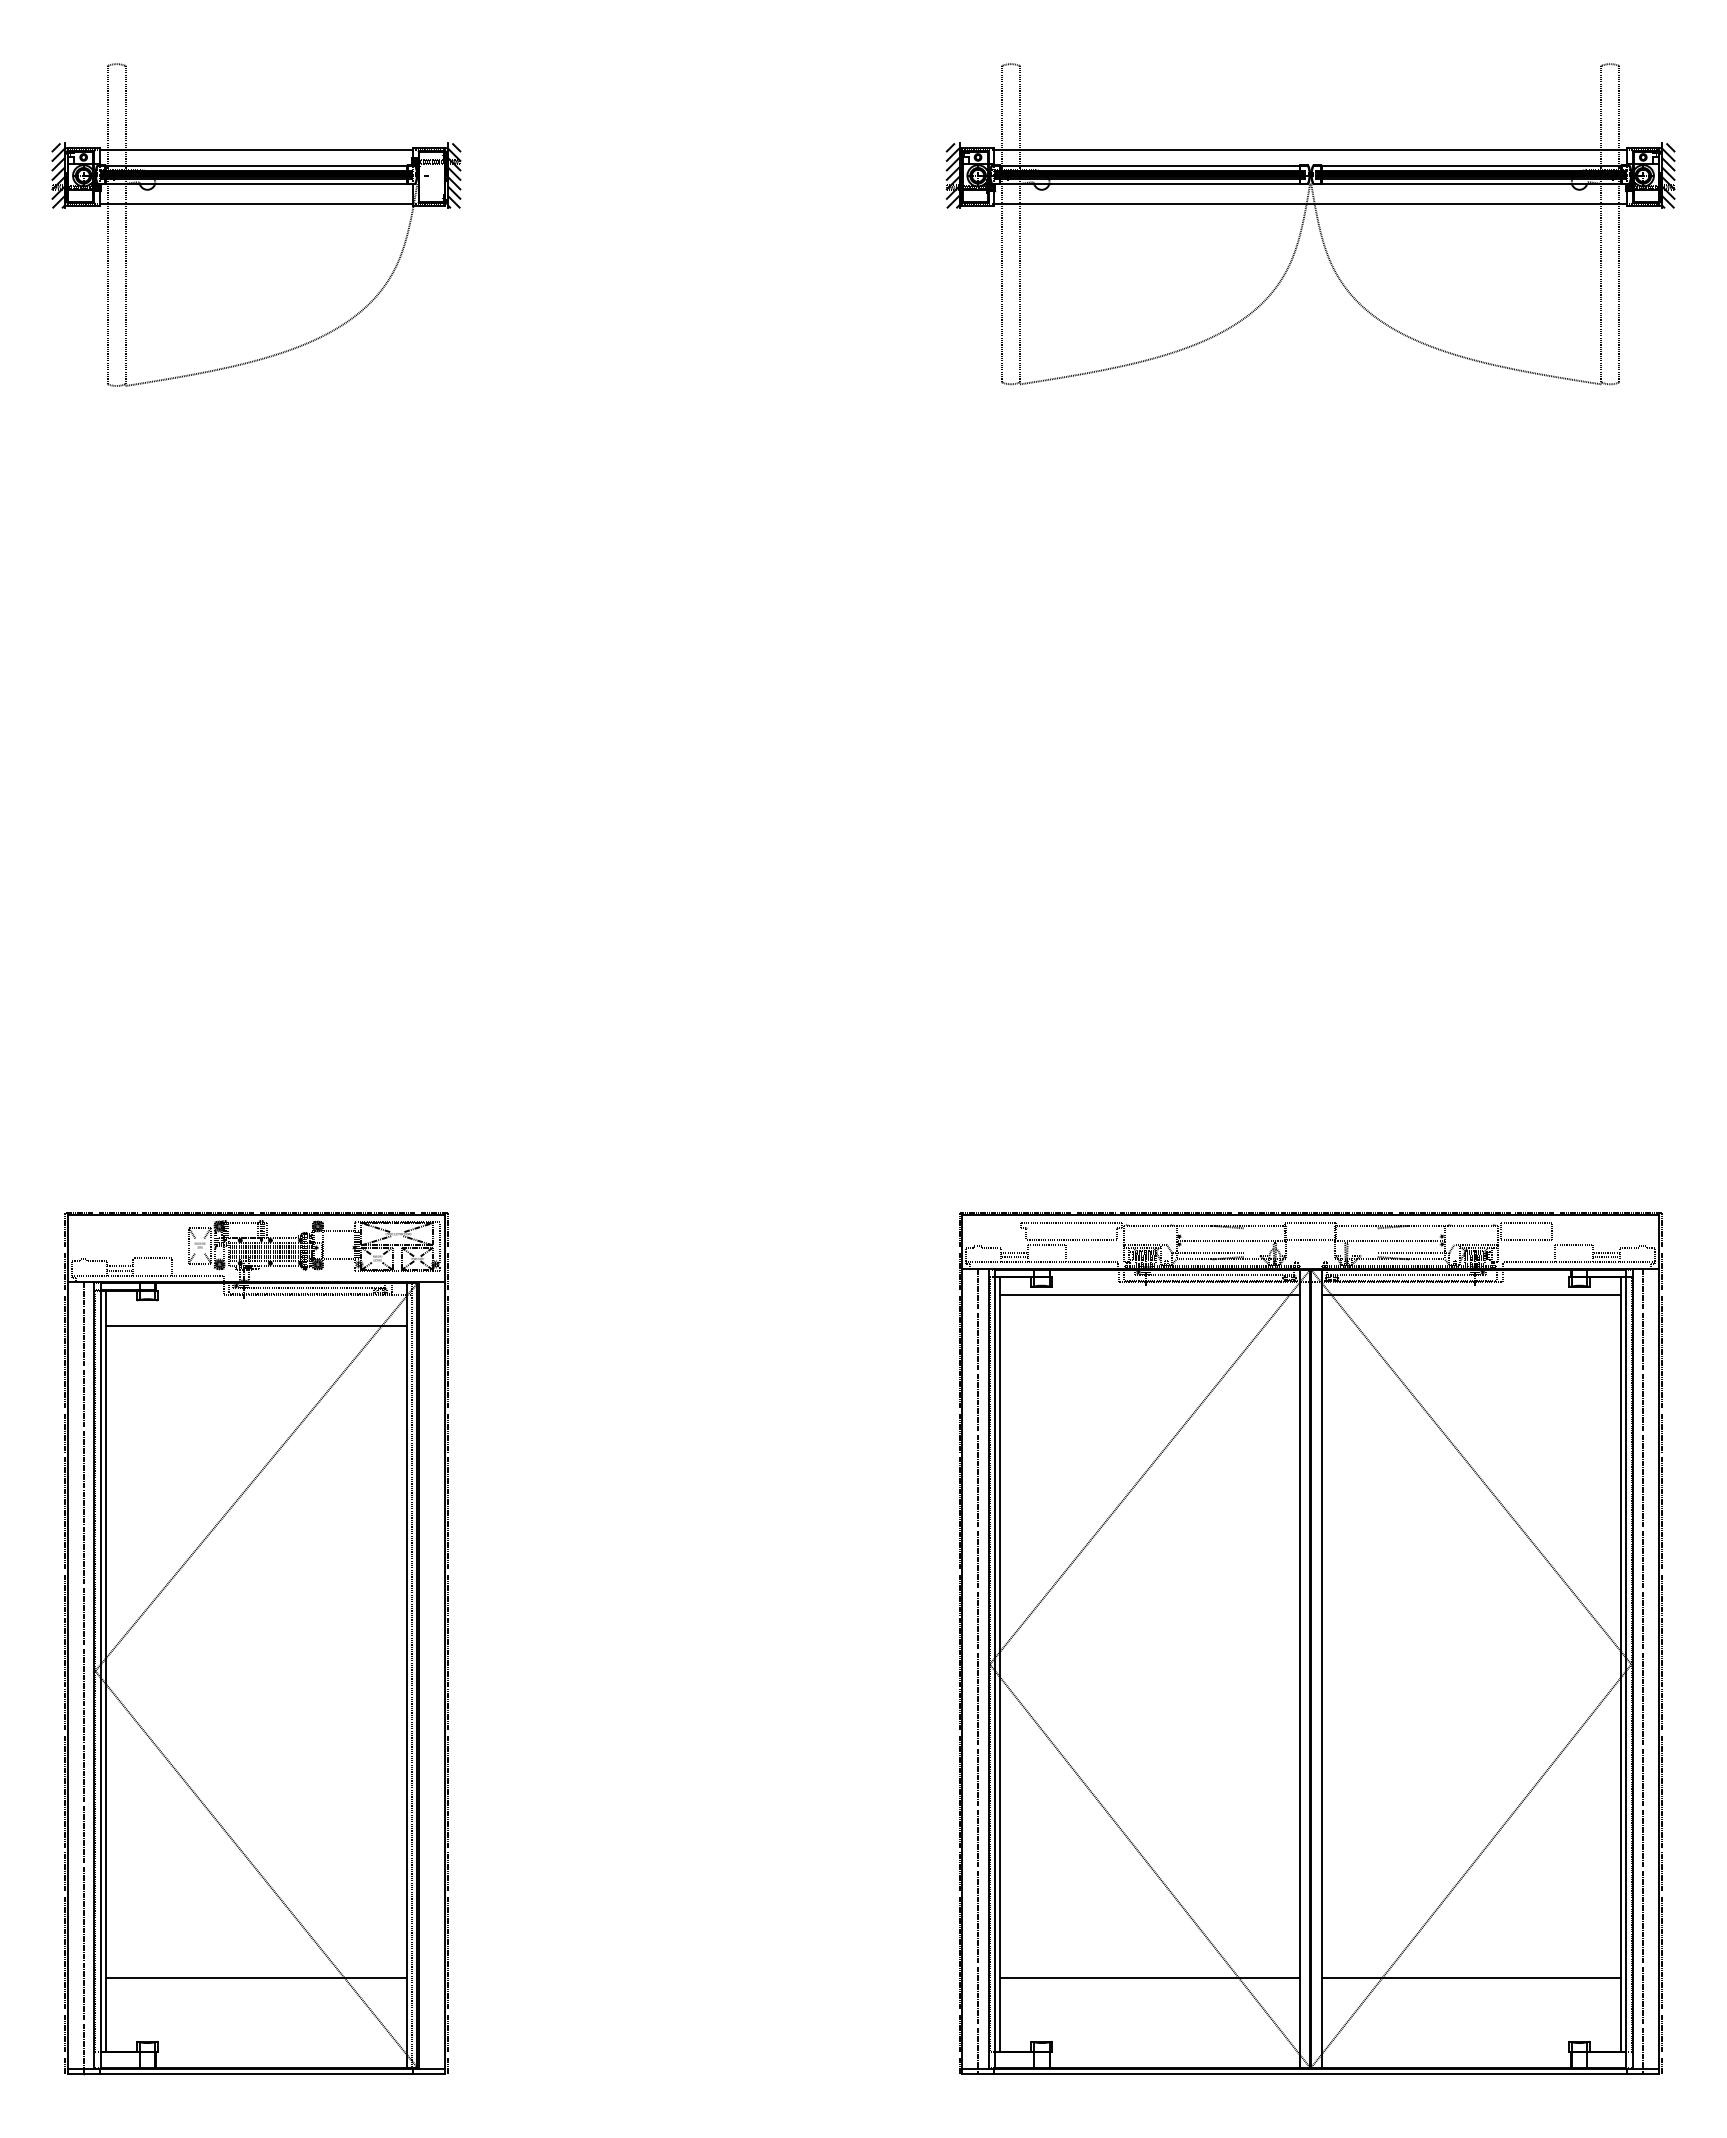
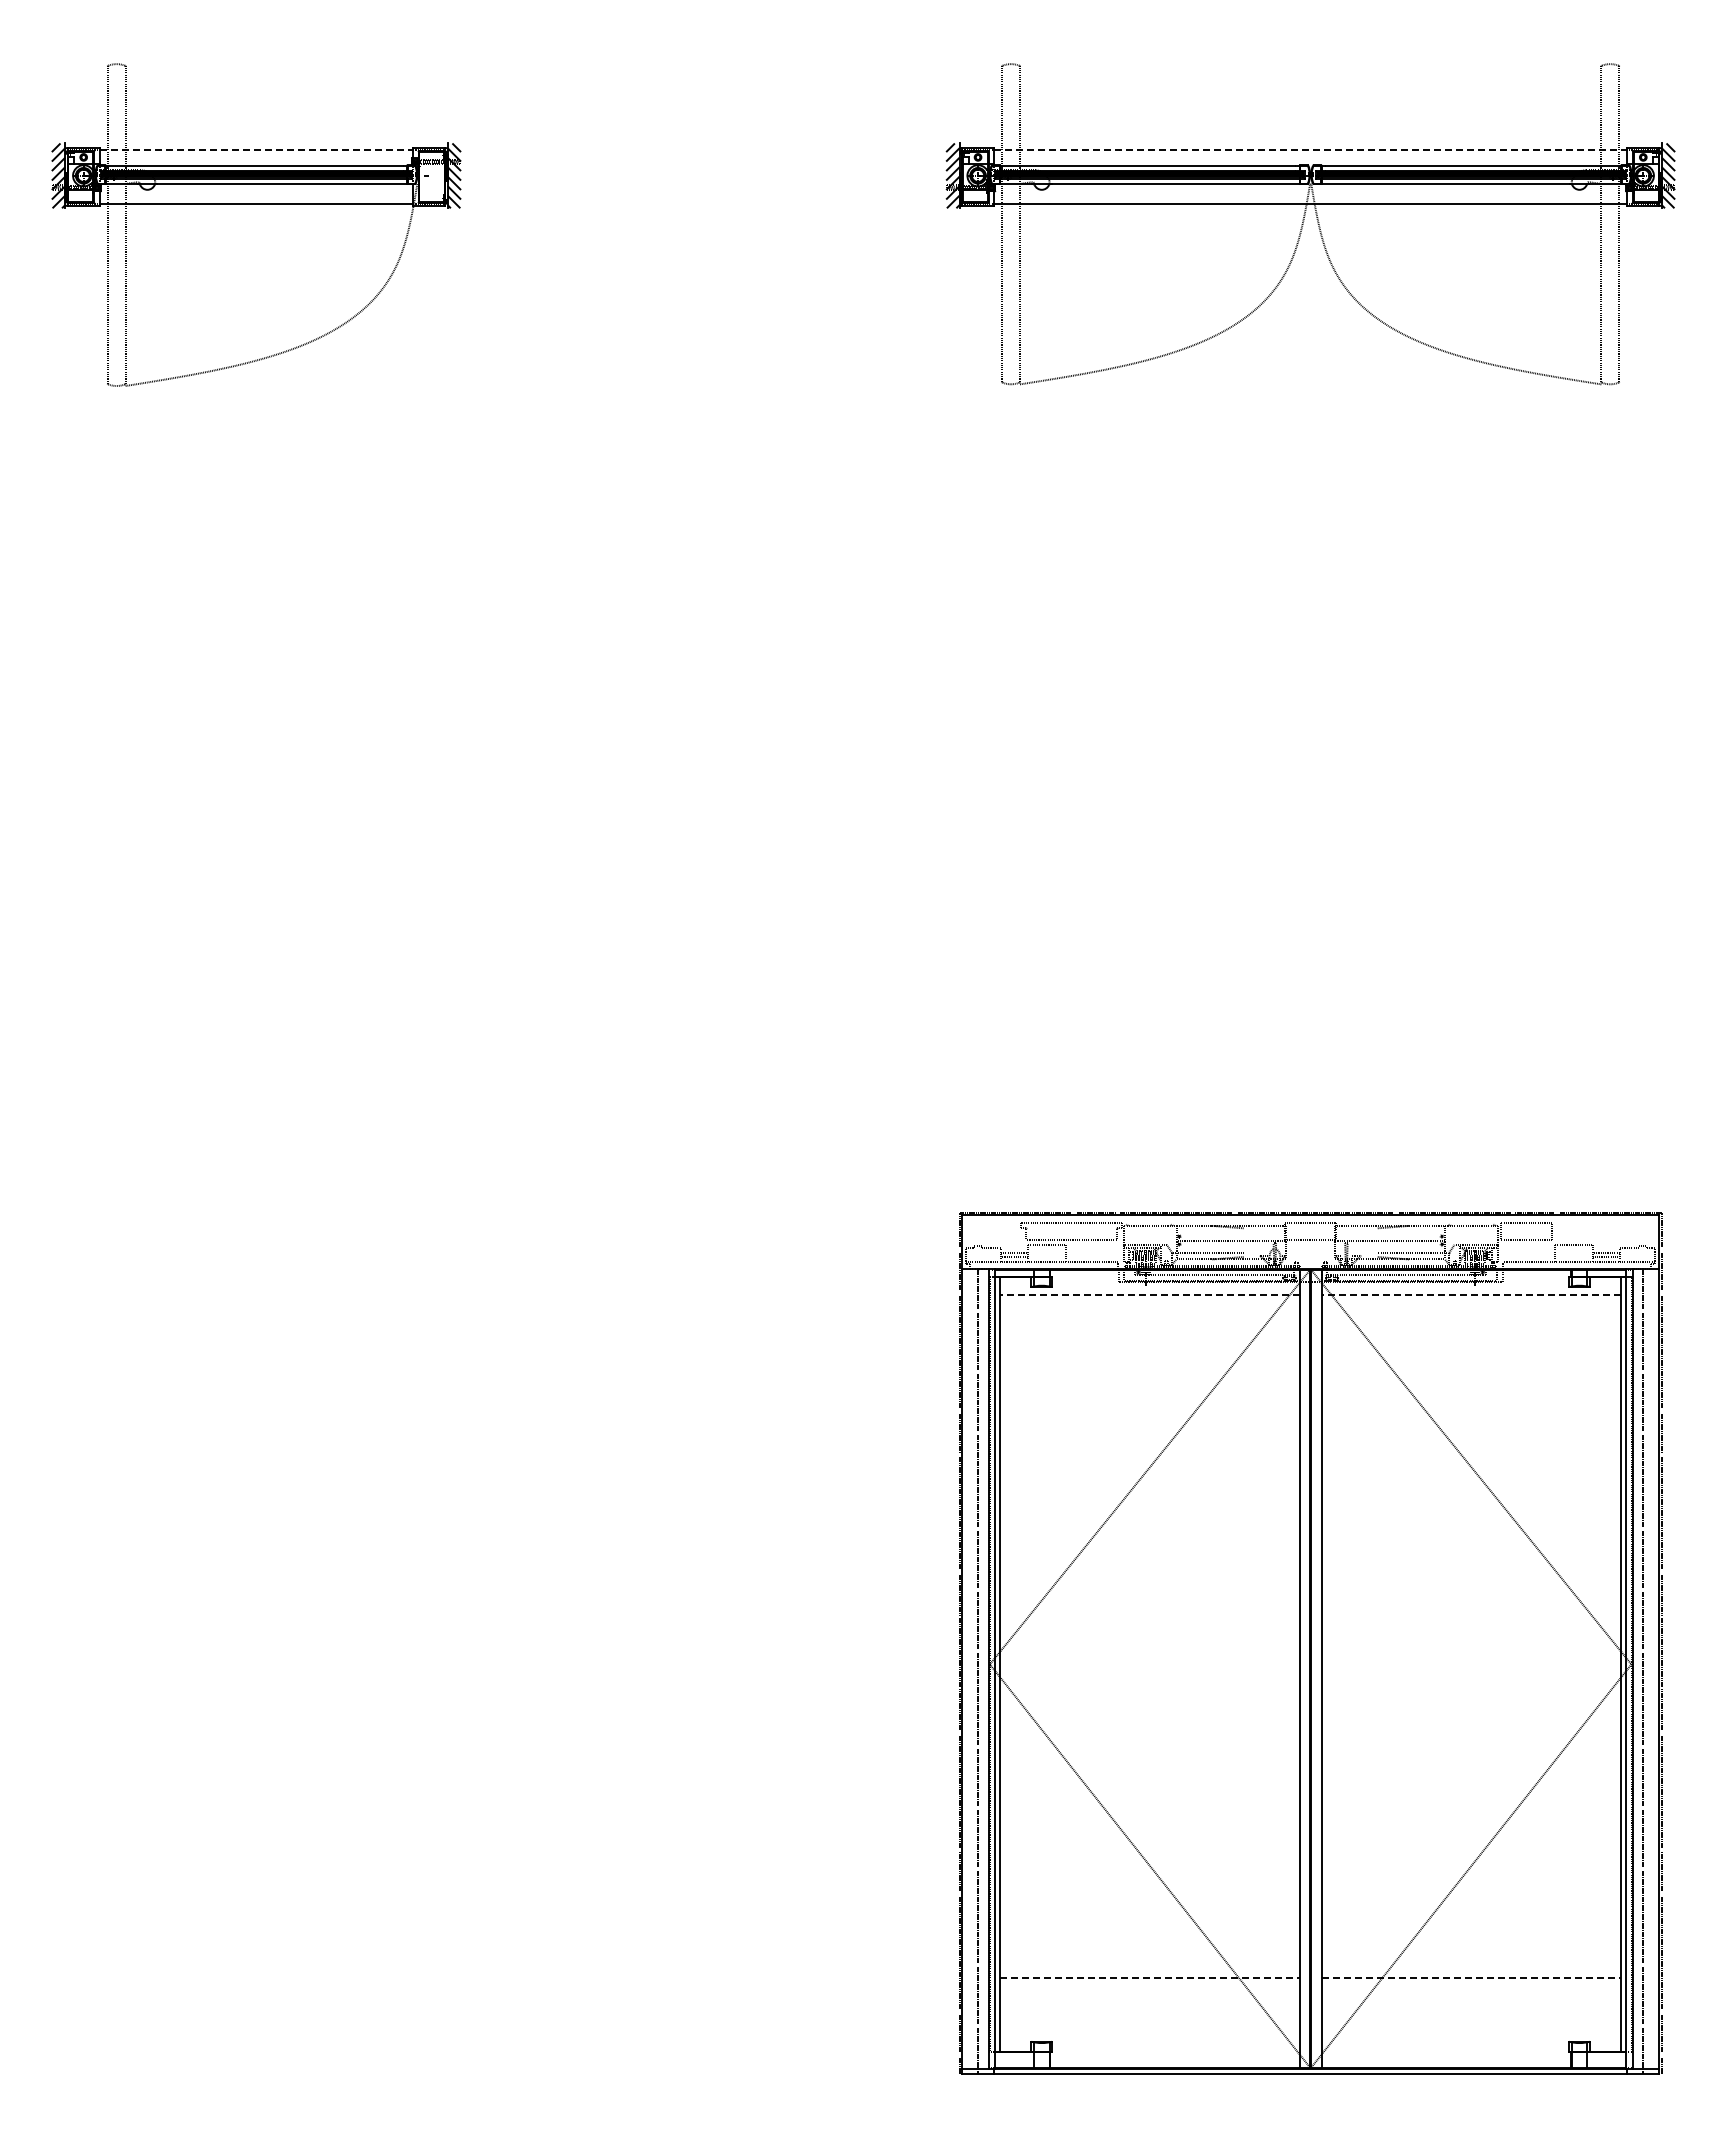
line at (256, 150): solid -> dashed
line at (1311, 150): solid -> dashed
line at (1149, 1294): solid -> dashed
line at (1471, 1294): solid -> dashed
part at (256, 1643): present -> none
line at (1149, 1978): solid -> dashed
line at (1471, 1978): solid -> dashed
